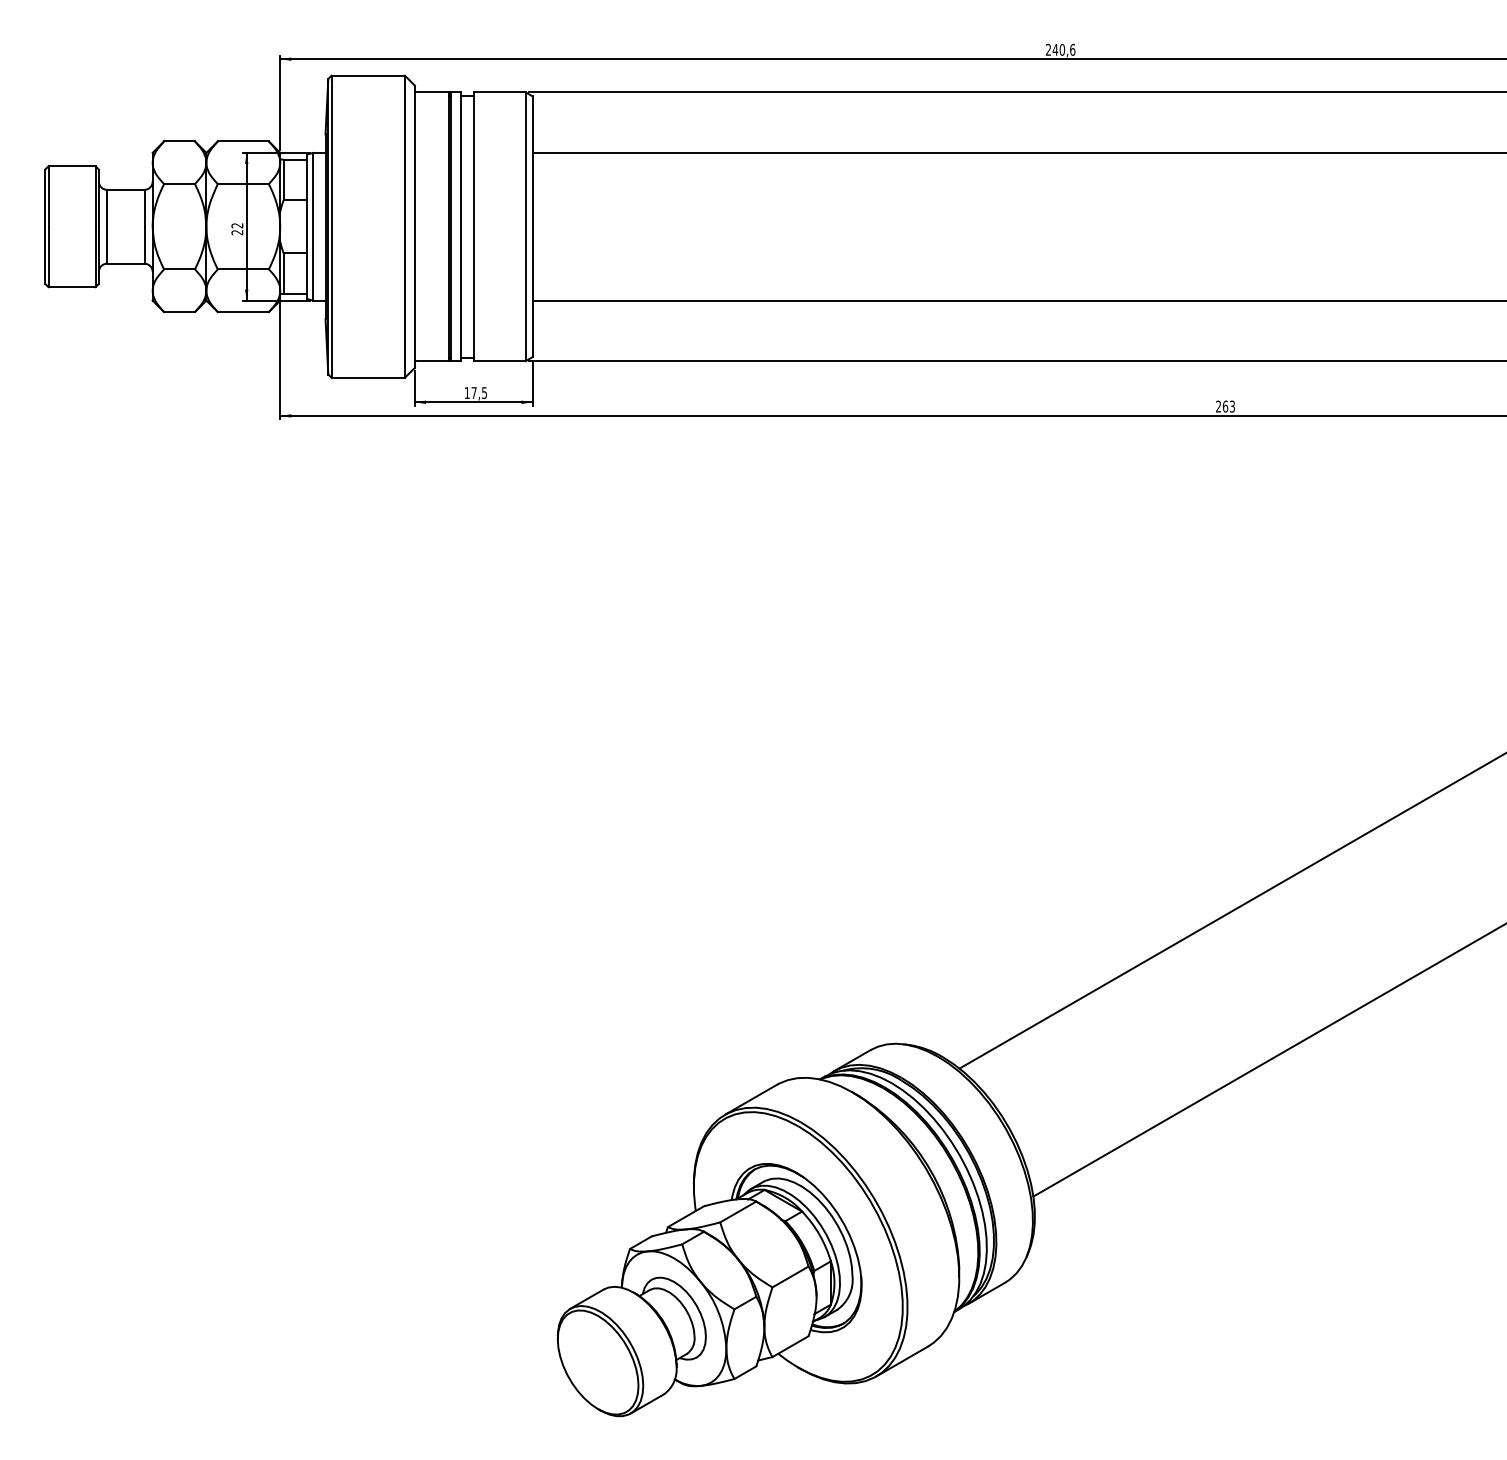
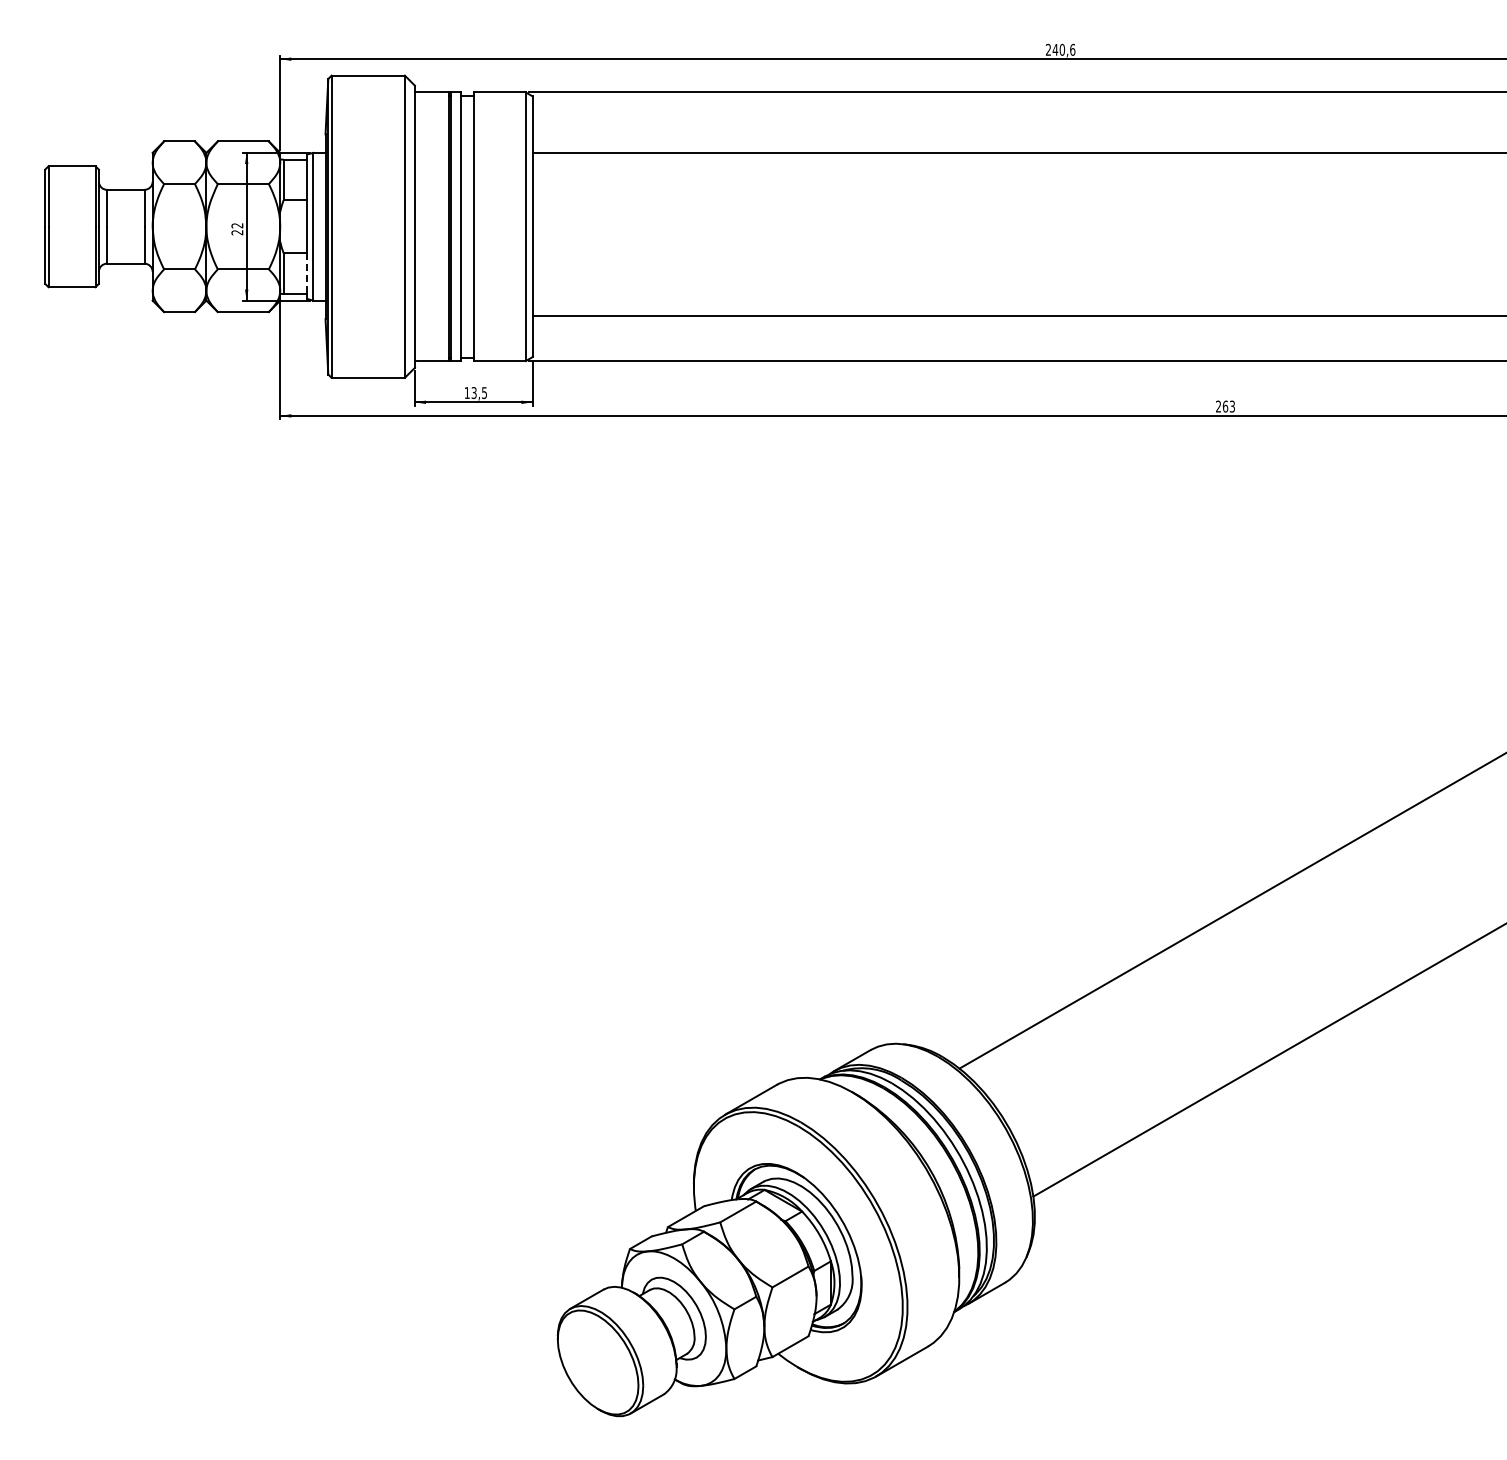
line at (307, 274): solid -> dashed
line at (1017, 300) position: (1017, 300) -> (1017, 315)
text at (473, 393): 17,5 -> 13,5
